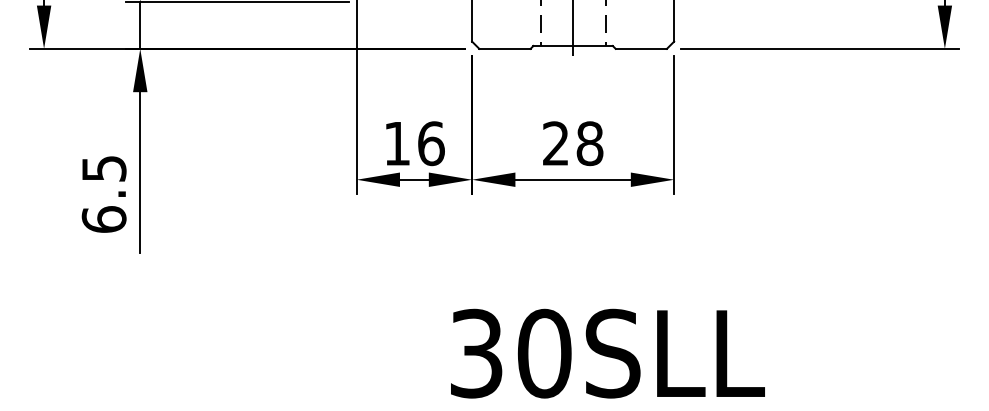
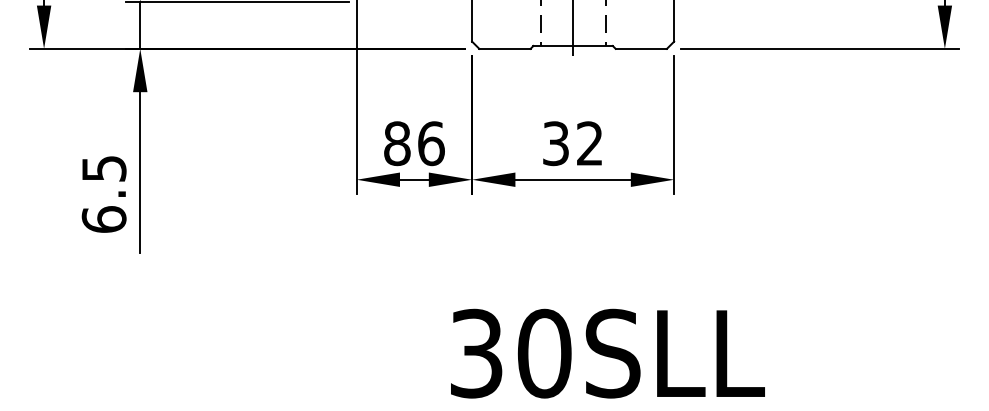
text at (397, 143): 16 -> 86
text at (573, 143): 28 -> 32
